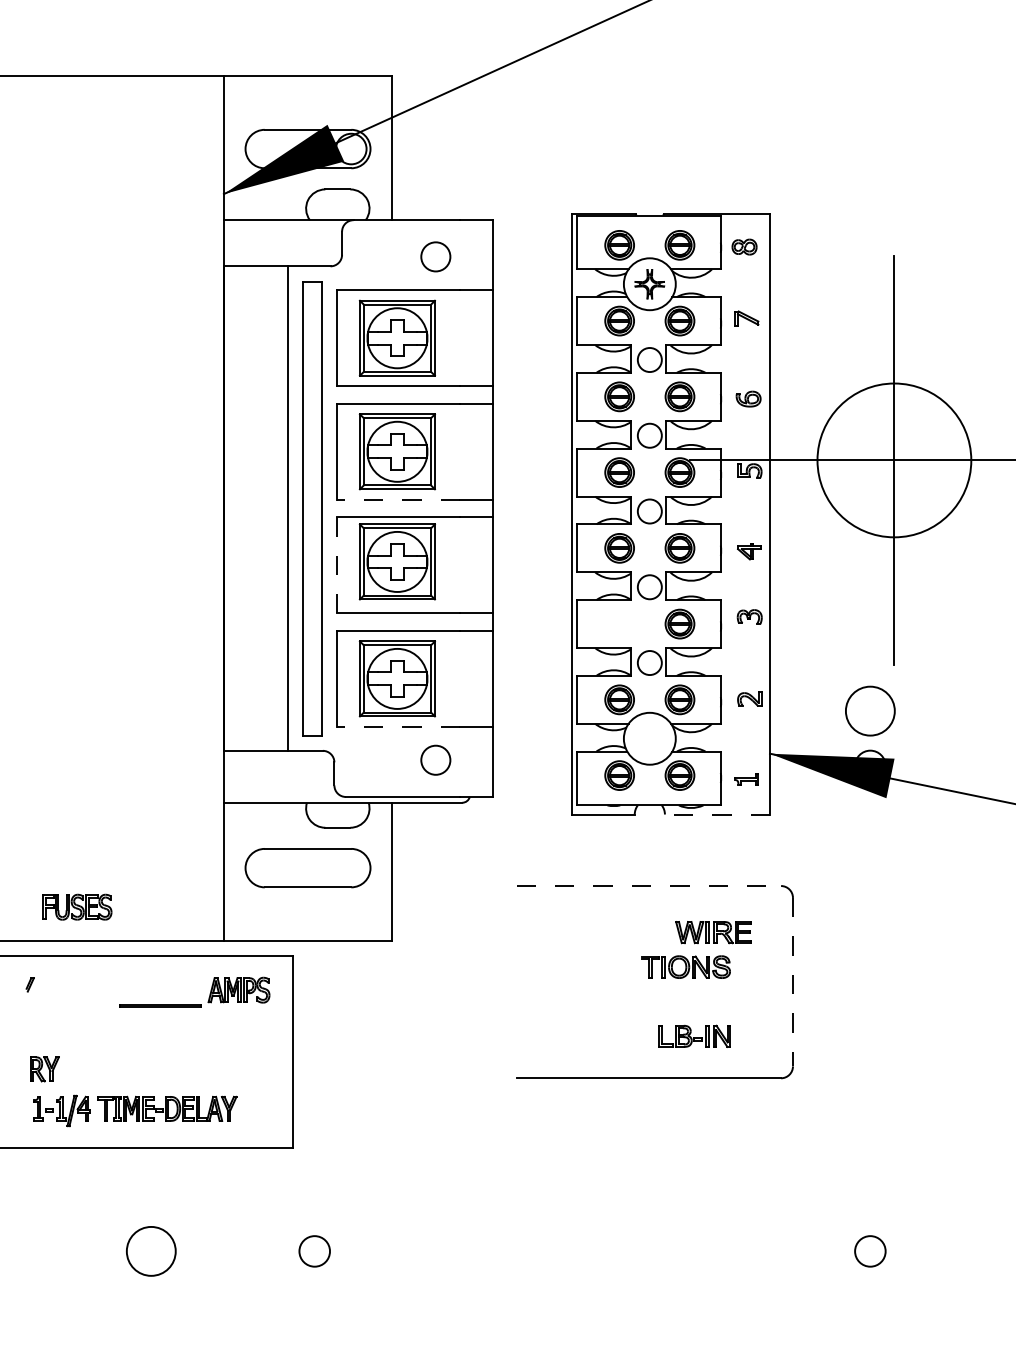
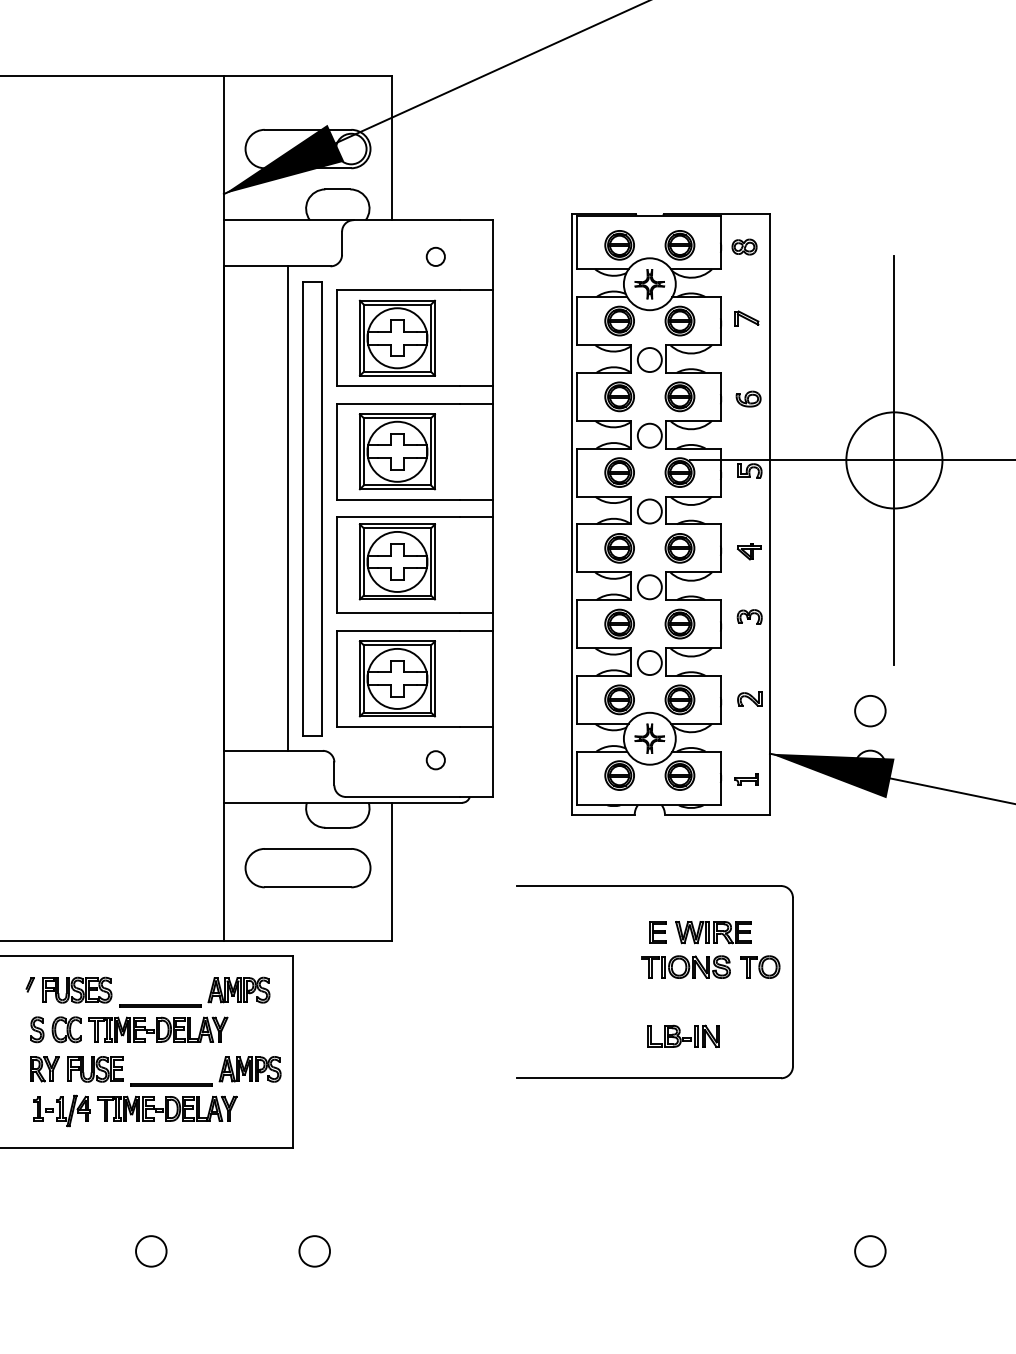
circle at (435, 256) diameter: 29 px -> 18 px
circle at (894, 460) diameter: 154 px -> 96 px
line at (398, 499): dashed -> solid
line at (336, 564): dashed -> solid
part at (619, 623): none -> present
circle at (869, 710) diameter: 49 px -> 31 px
line at (398, 726): dashed -> solid
part at (649, 738): none -> present
circle at (435, 759) diameter: 29 px -> 18 px
line at (717, 814): dashed -> solid
line at (649, 886): dashed -> solid
part at (77, 906) position: (77, 906) -> (77, 989)
part at (657, 932): none -> present
part at (760, 966): none -> present
line at (792, 982): dashed -> solid
part at (129, 1029): none -> present
part at (694, 1035) position: (694, 1035) -> (683, 1035)
part at (174, 1083): none -> present
circle at (150, 1250) diameter: 49 px -> 31 px
